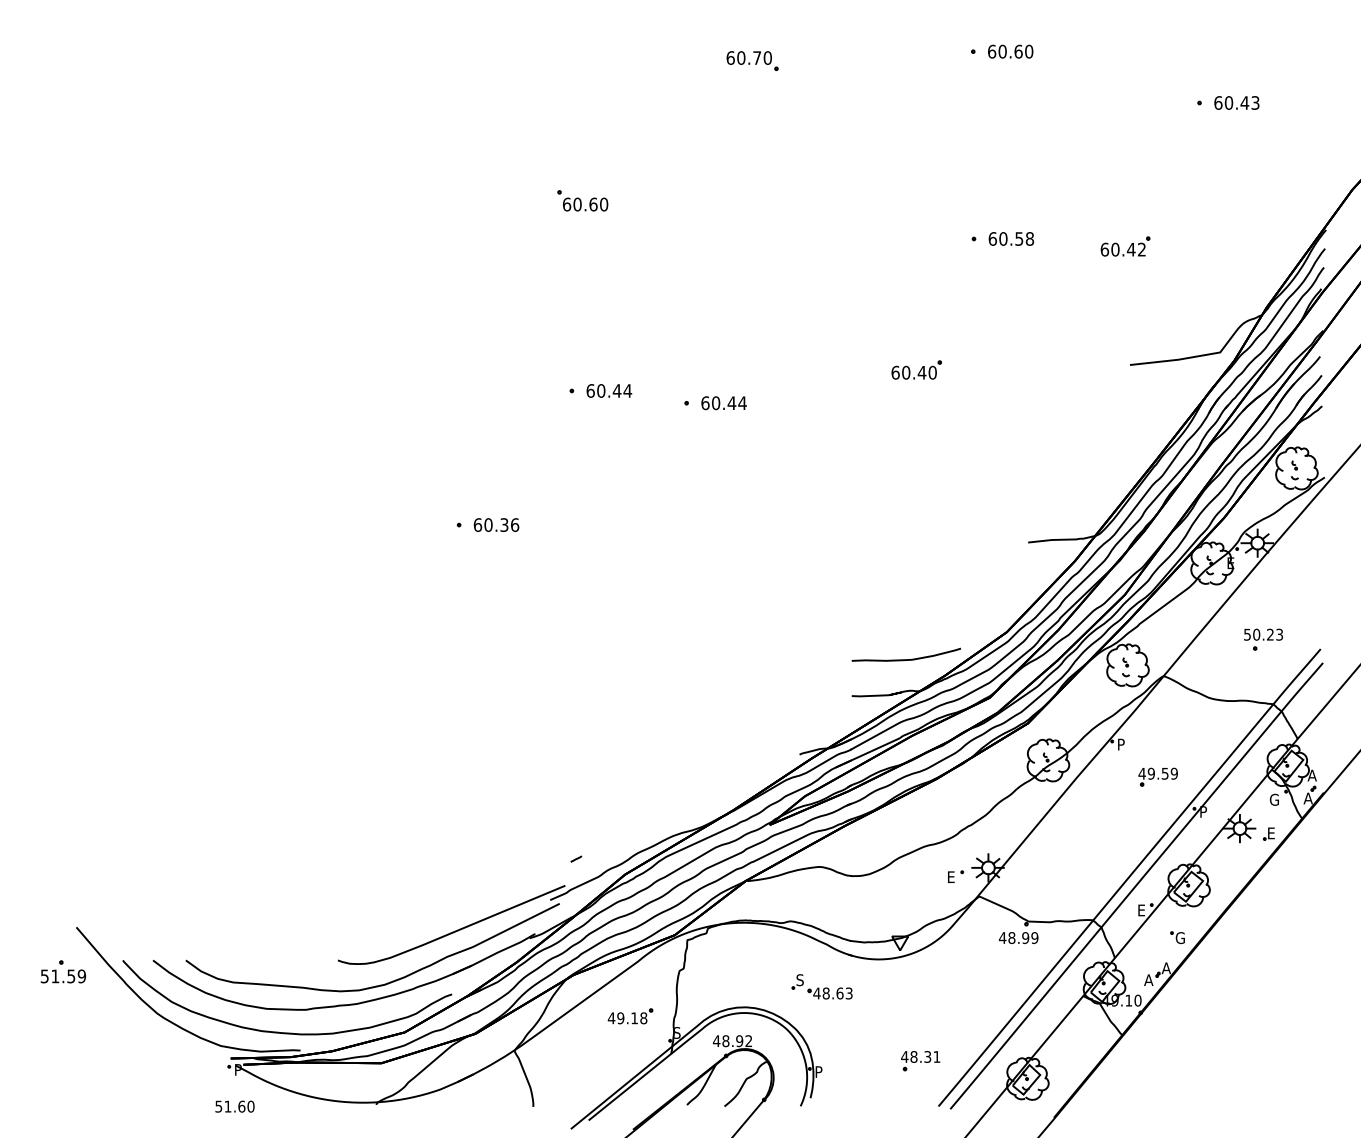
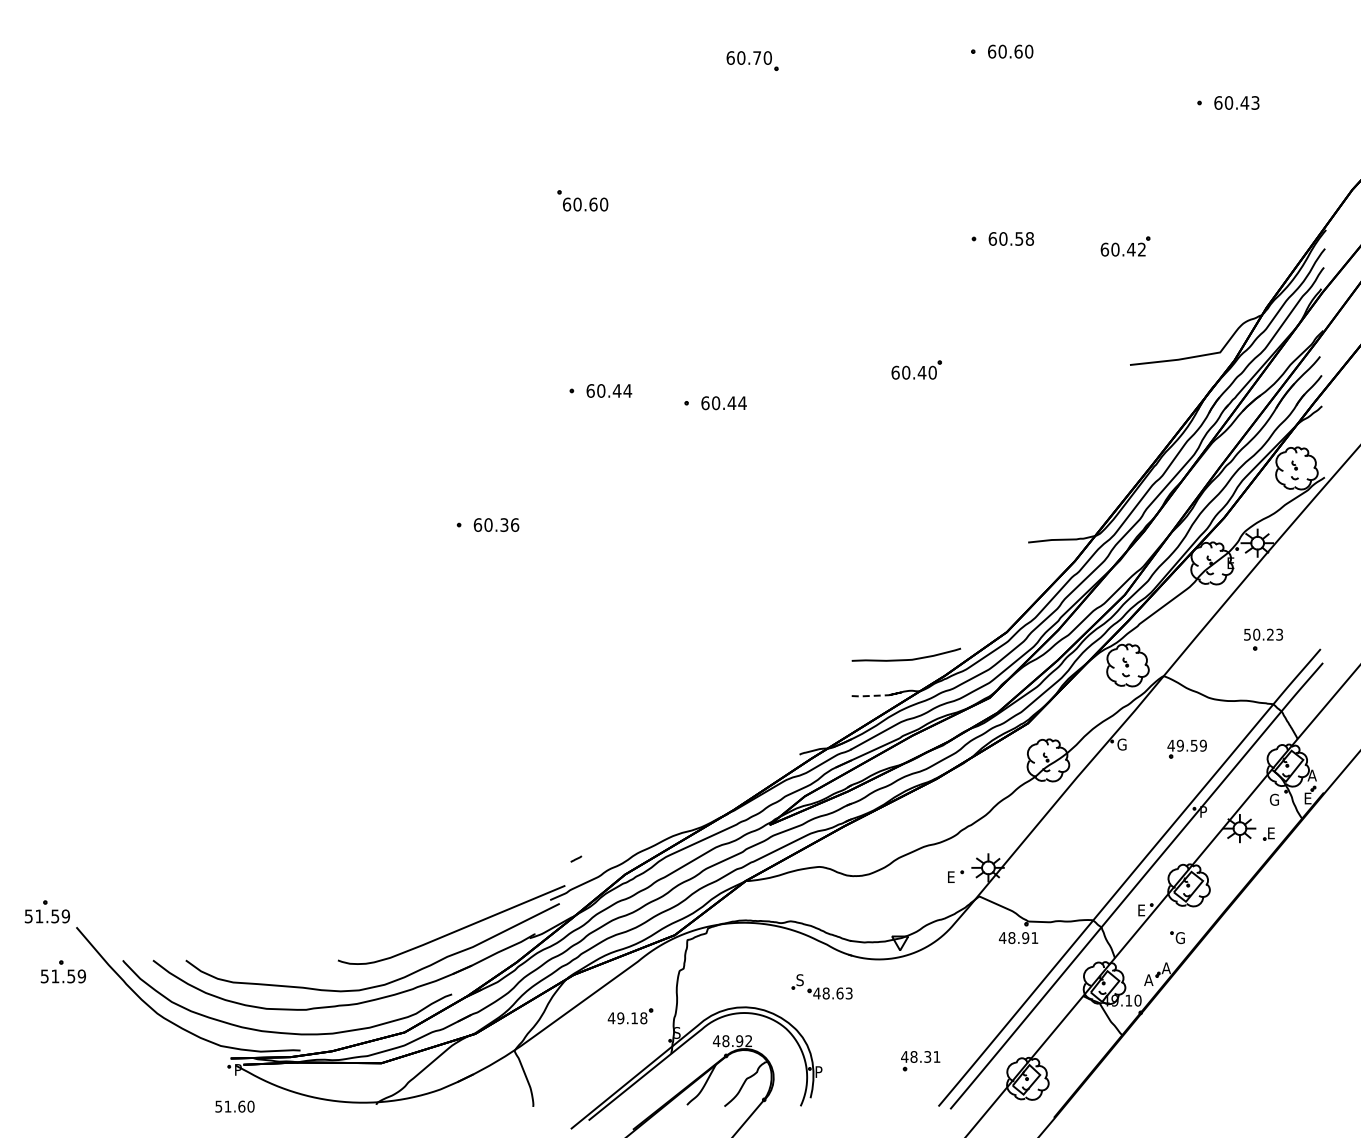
line at (870, 695): solid -> dashed
text at (1121, 744): P -> G
part at (1157, 776) position: (1157, 776) -> (1186, 748)
text at (1307, 798): A -> E
part at (46, 911): none -> present
text at (1034, 937): 48.99 -> 48.91
